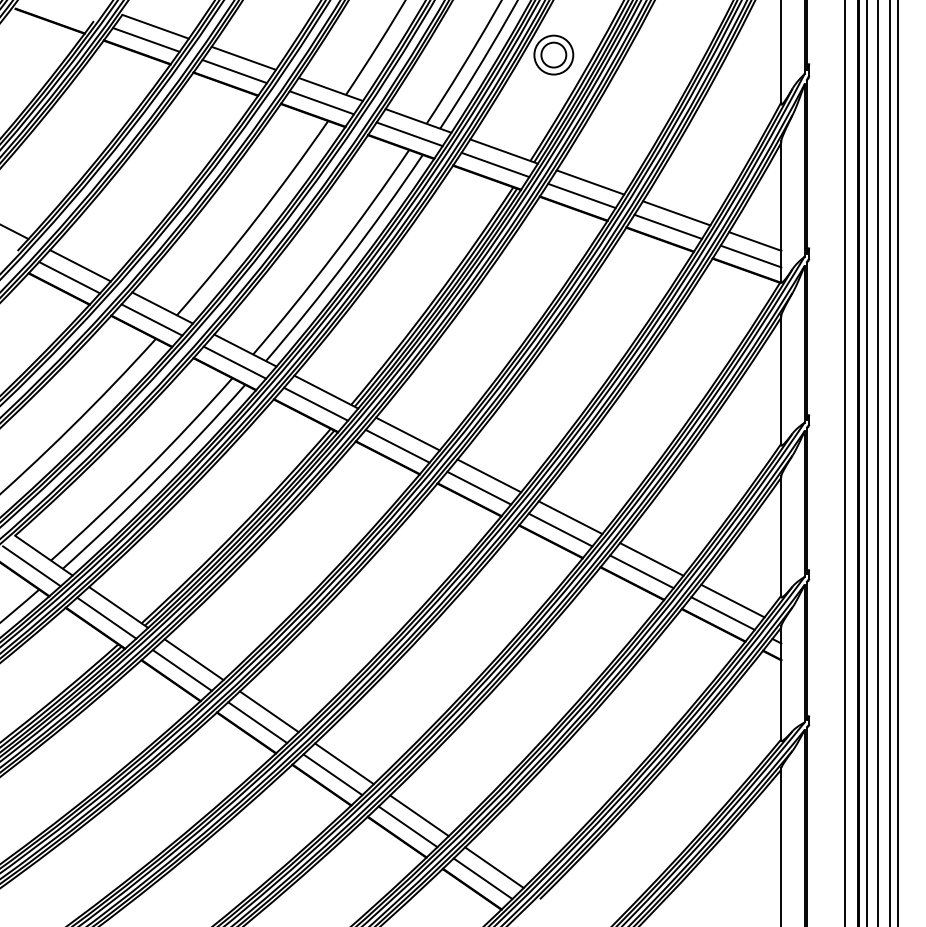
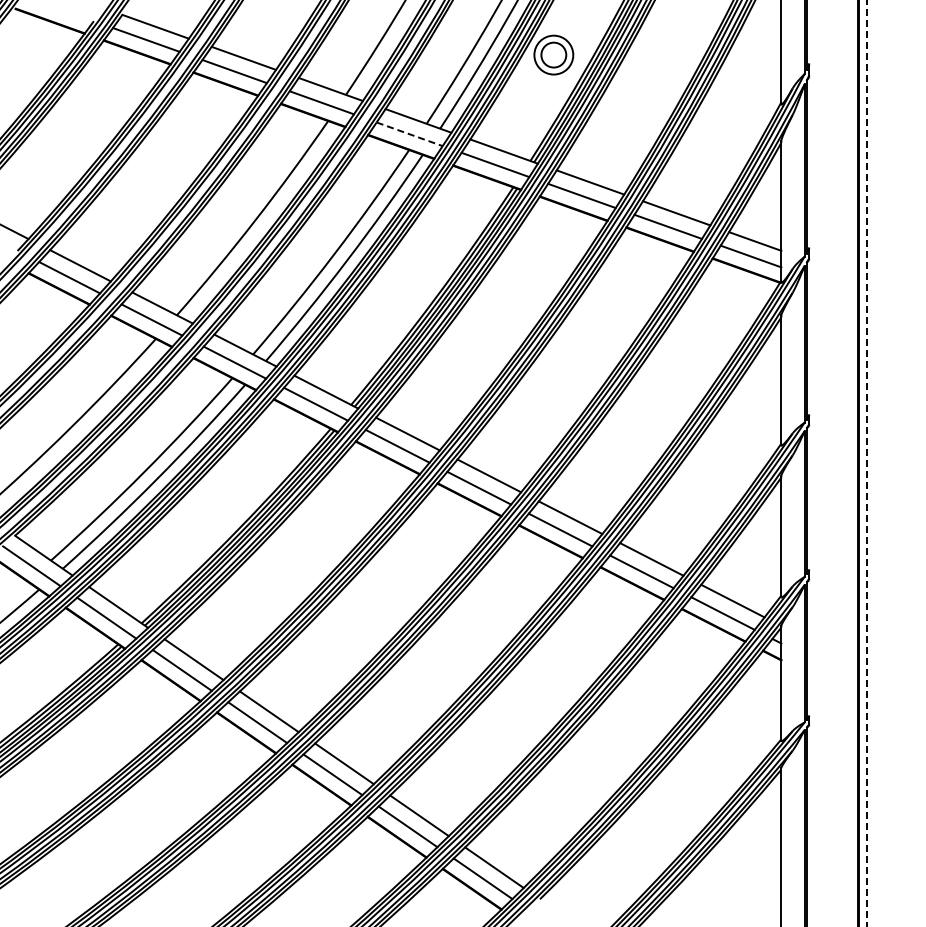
line at (410, 134): solid -> dashed
line at (845, 462): present -> none
line at (877, 462): present -> none
line at (890, 462): present -> none
line at (898, 462): present -> none
line at (866, 463): solid -> dashed
